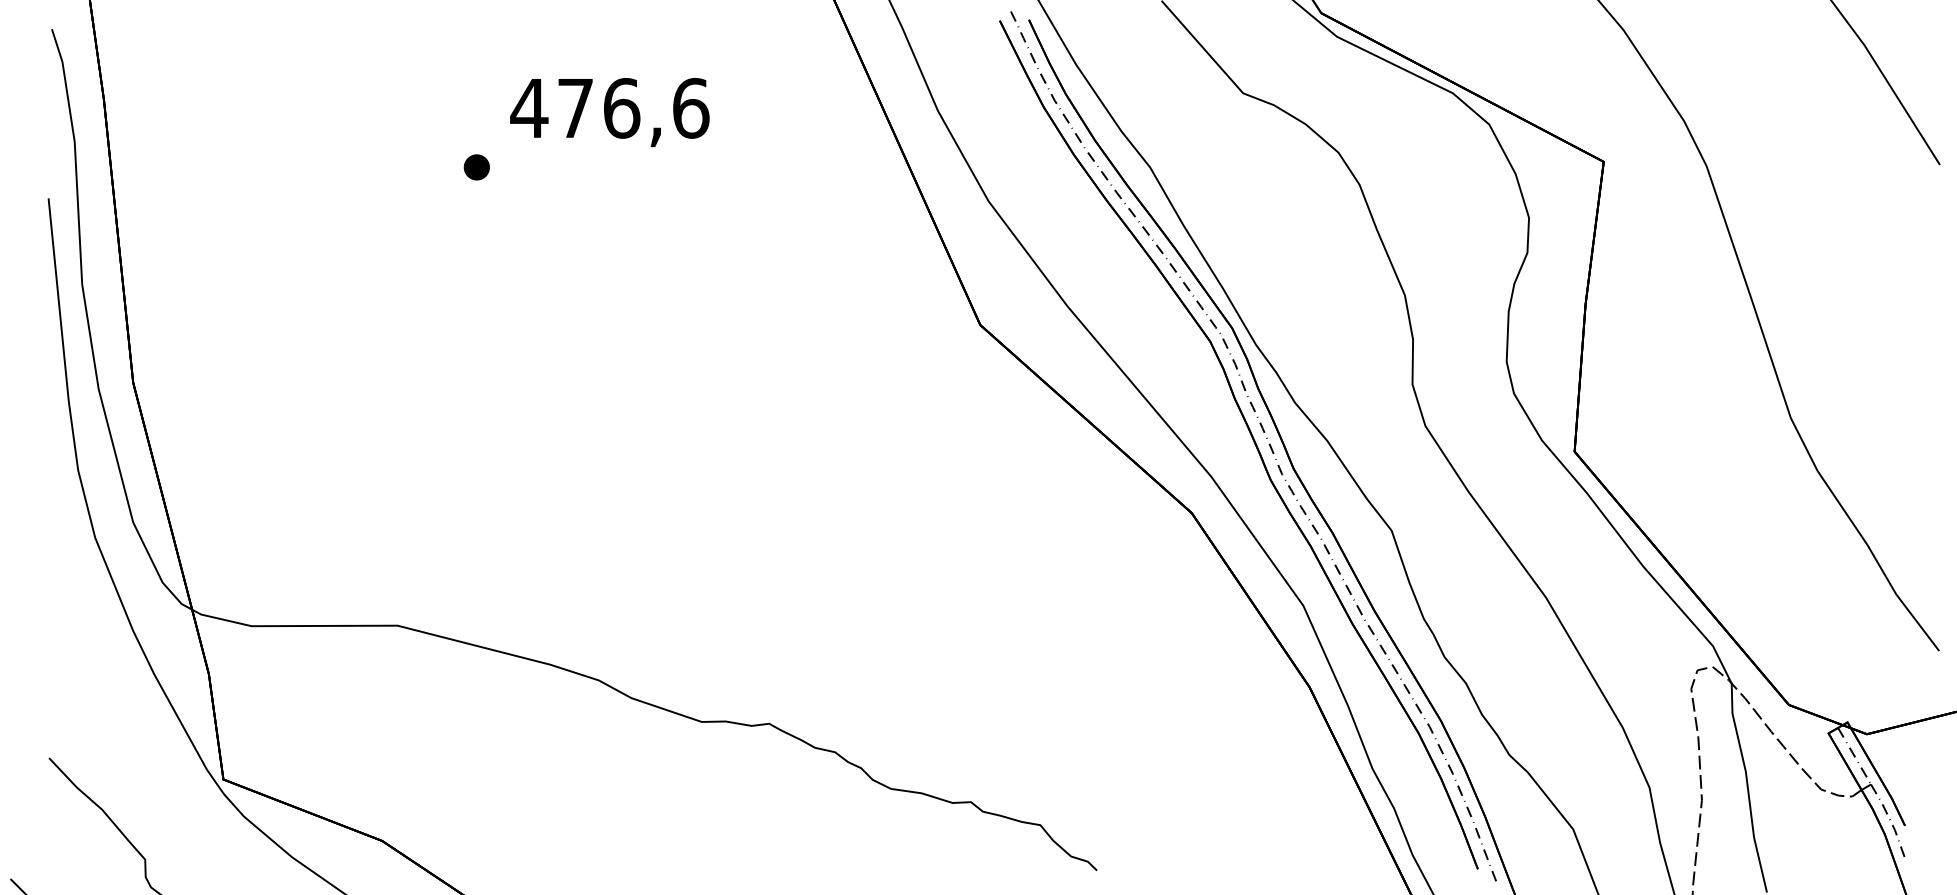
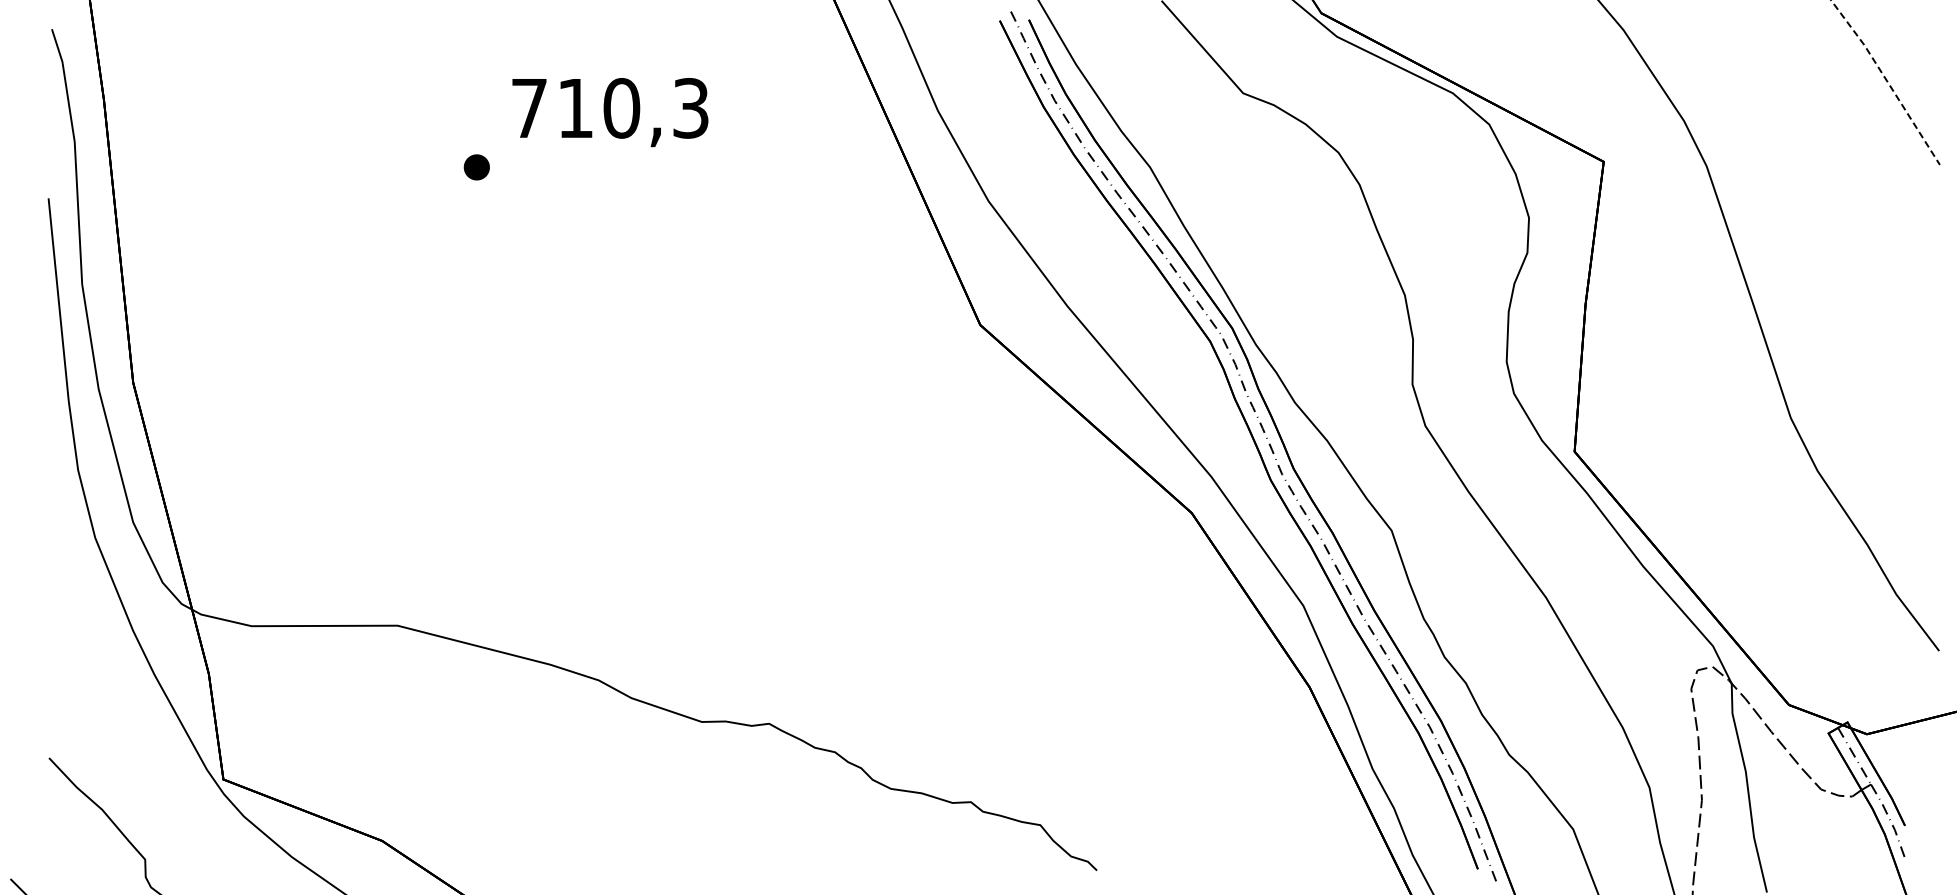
line at (1887, 81): solid -> dashed
text at (609, 107): 476,6 -> 710,3
